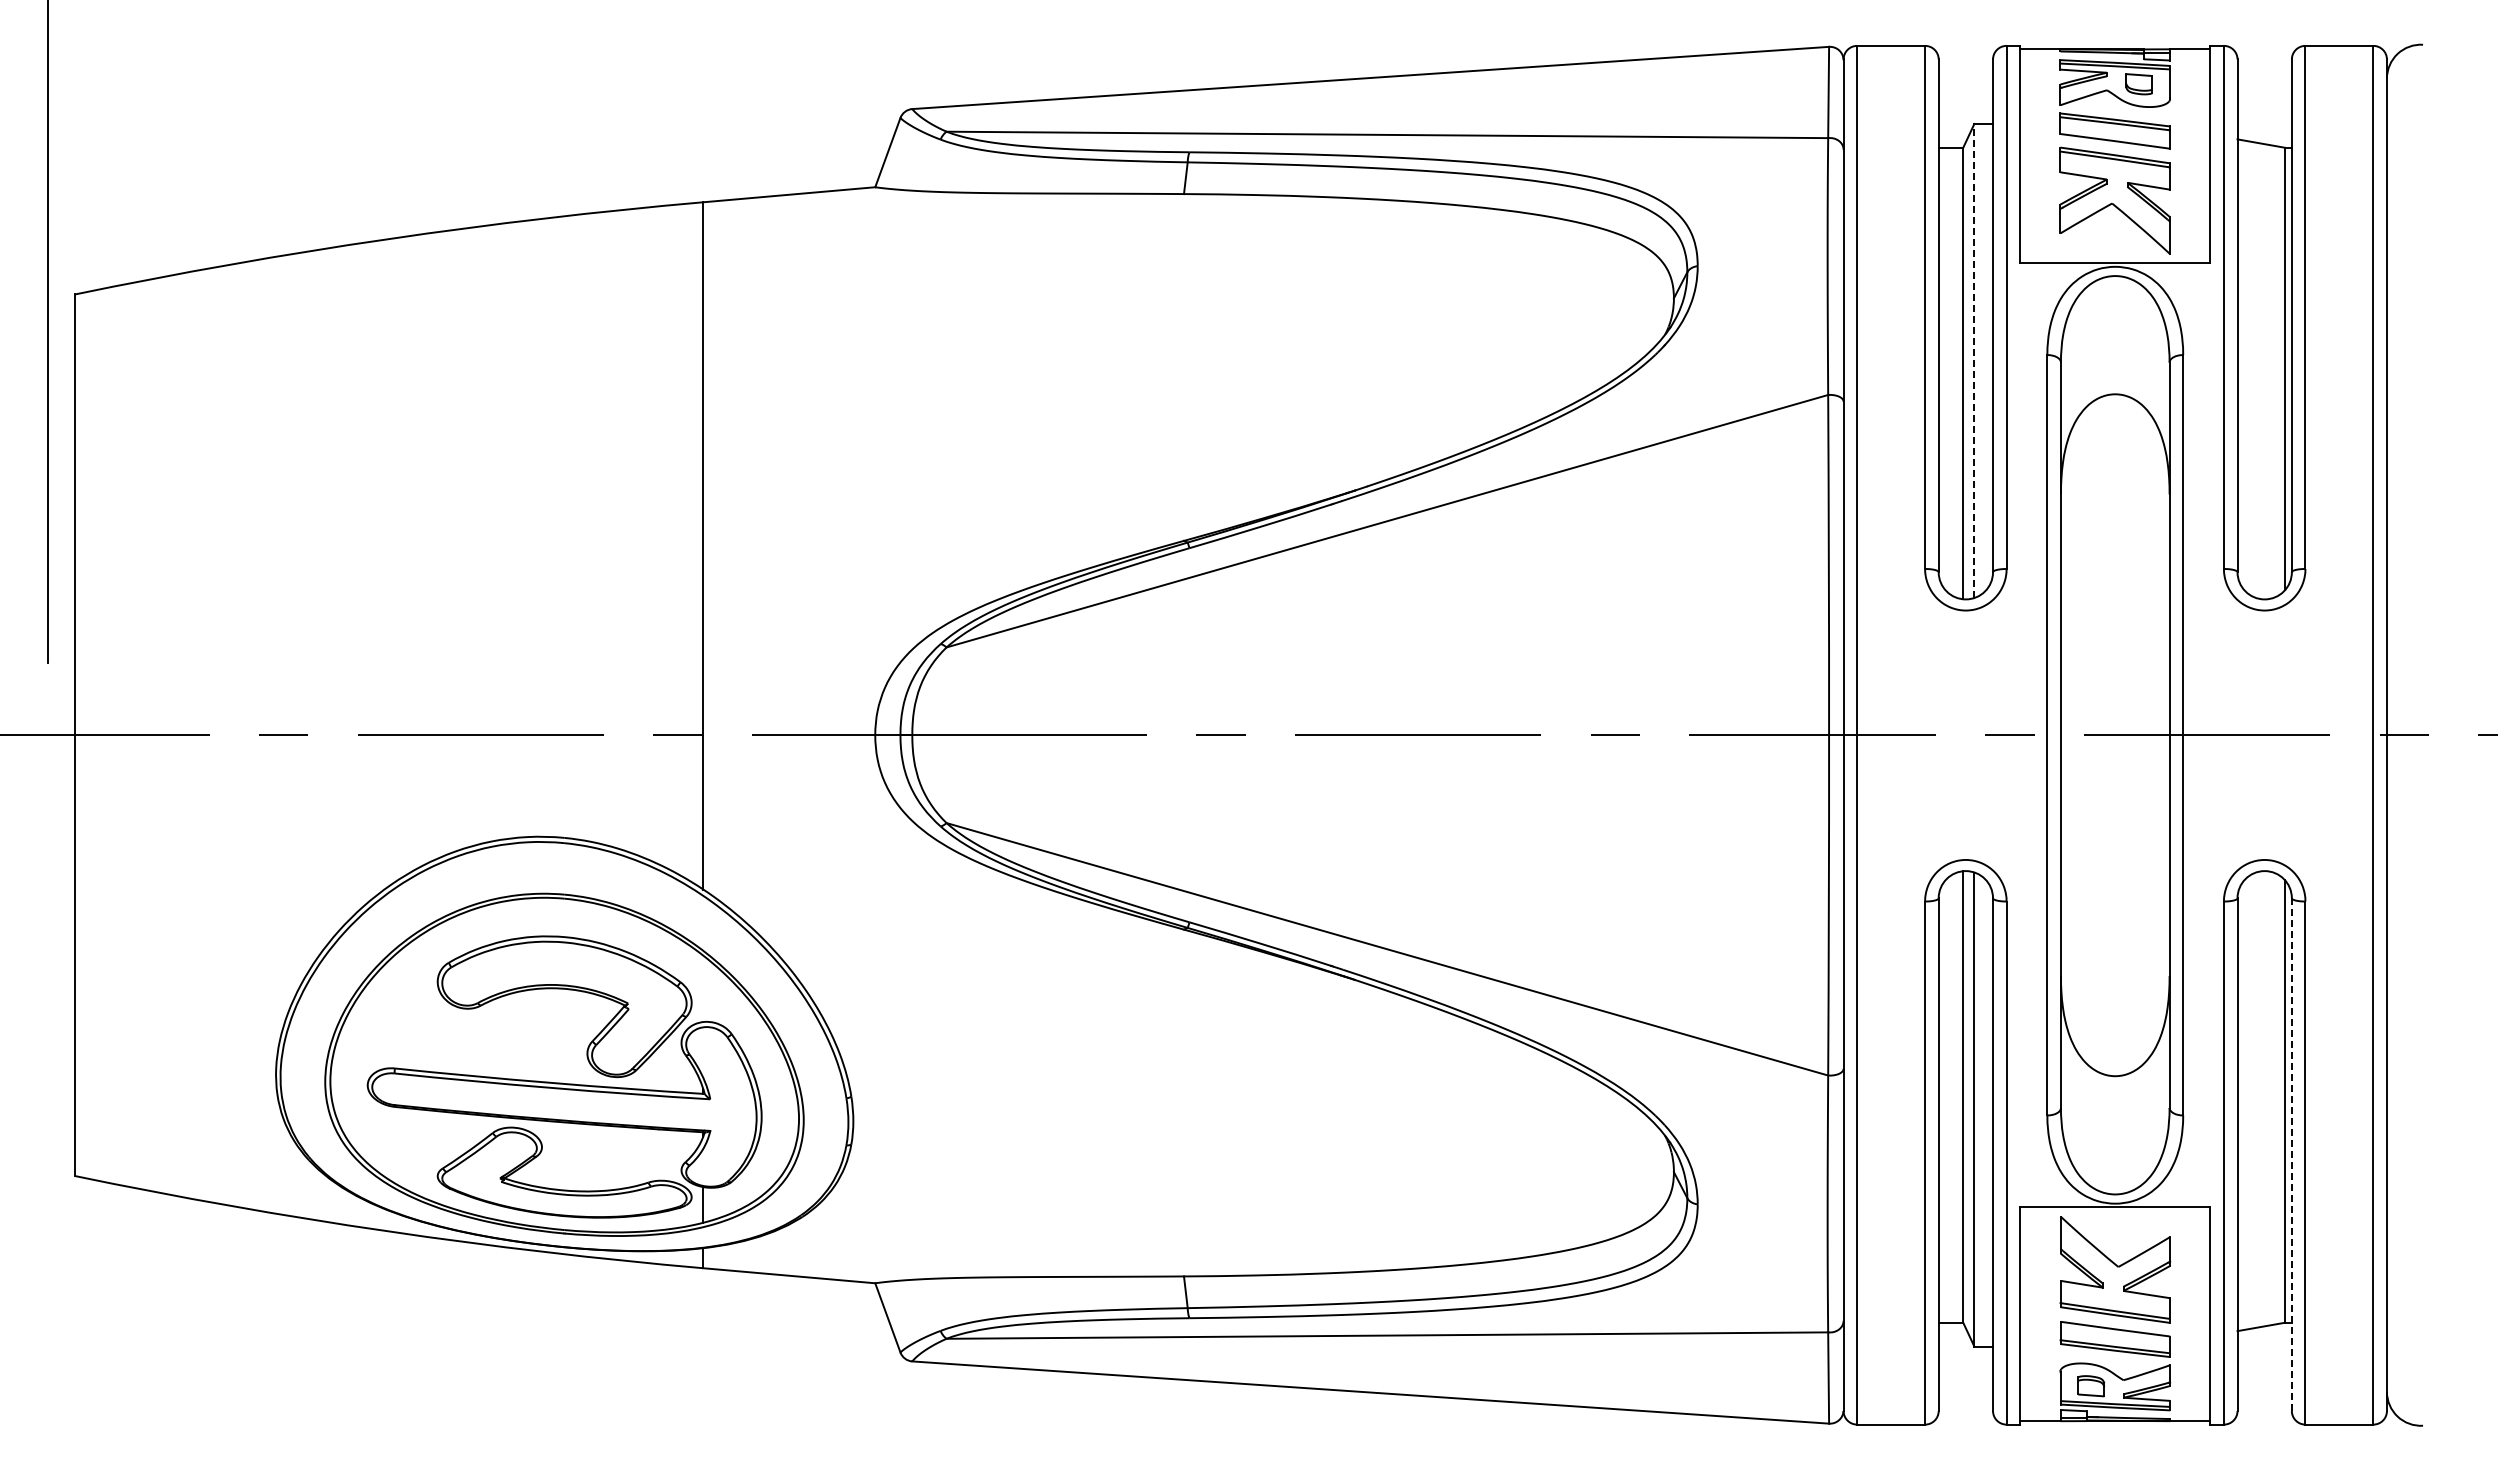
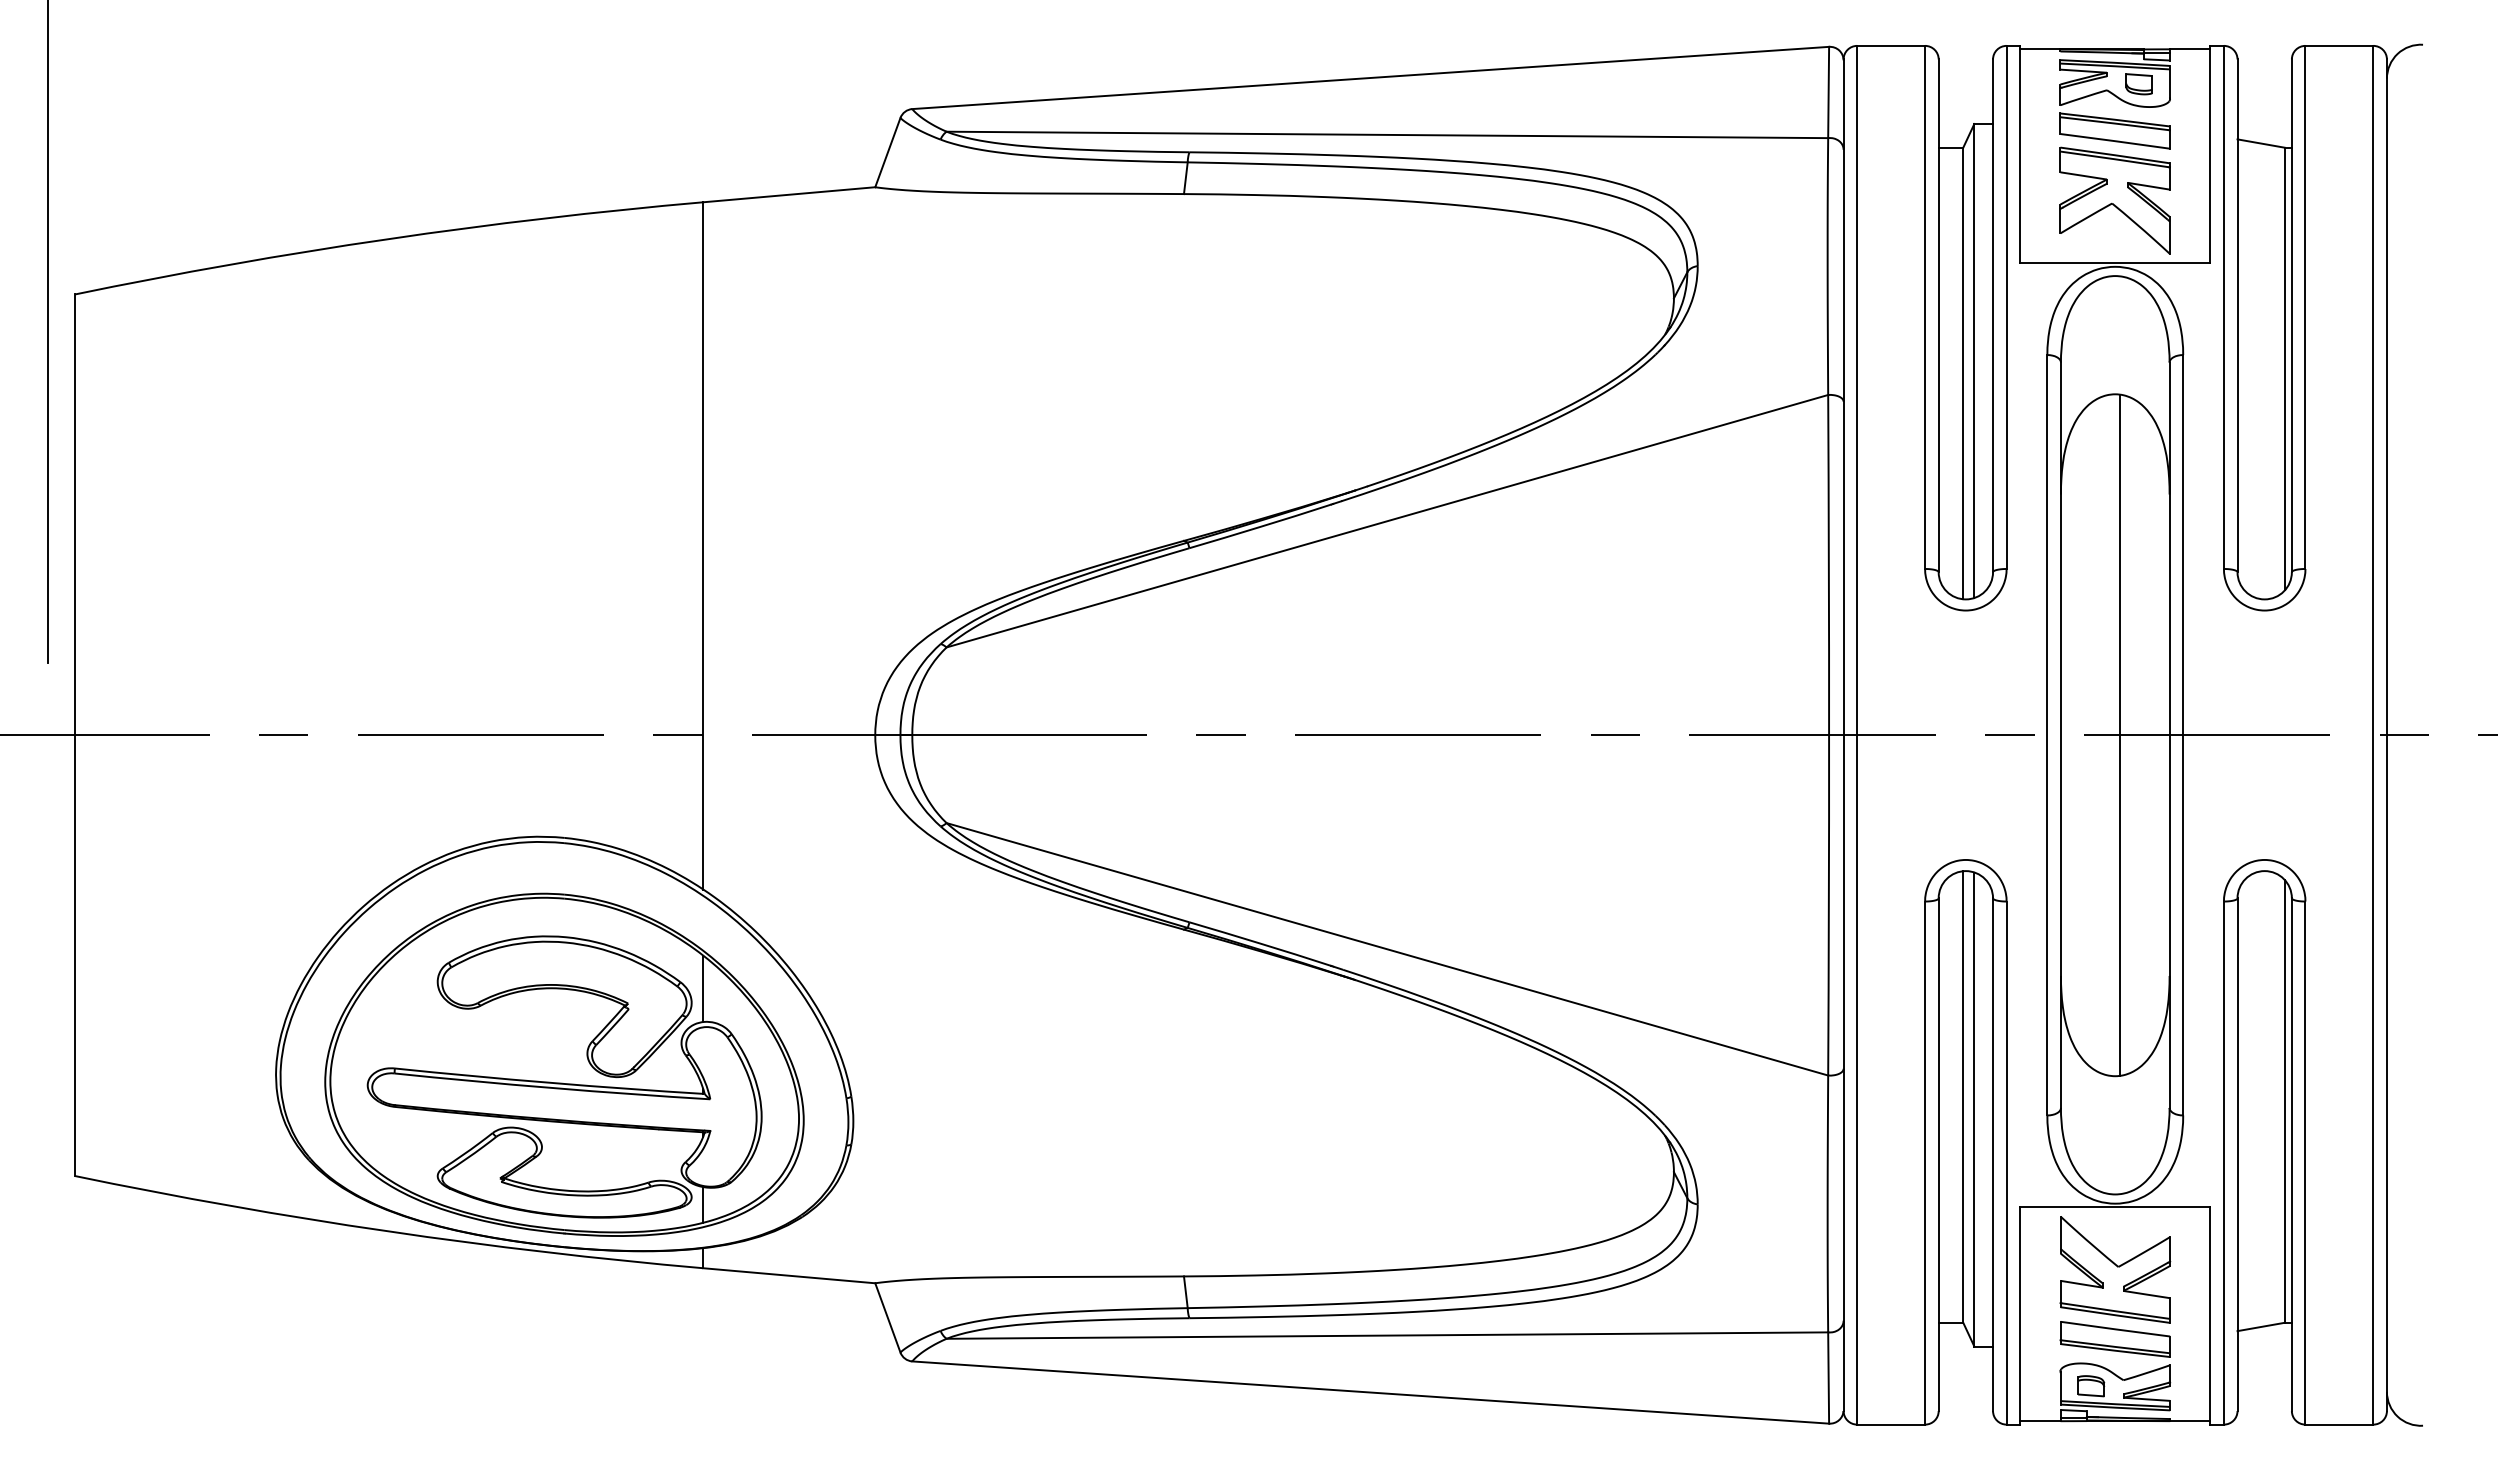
line at (1974, 360): dashed -> solid
line at (2120, 734): none -> present
line at (703, 988): none -> present
line at (2291, 1155): dashed -> solid
